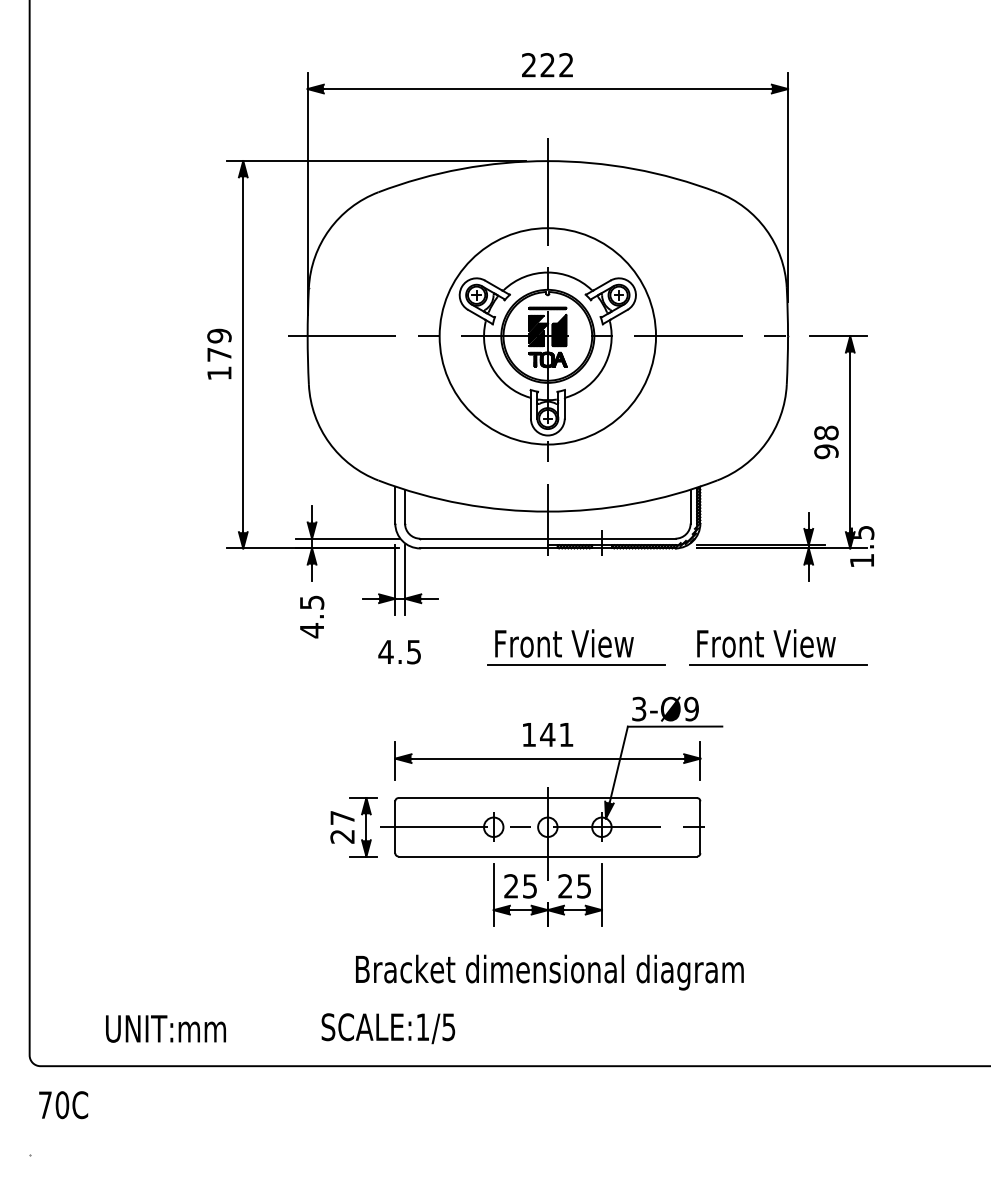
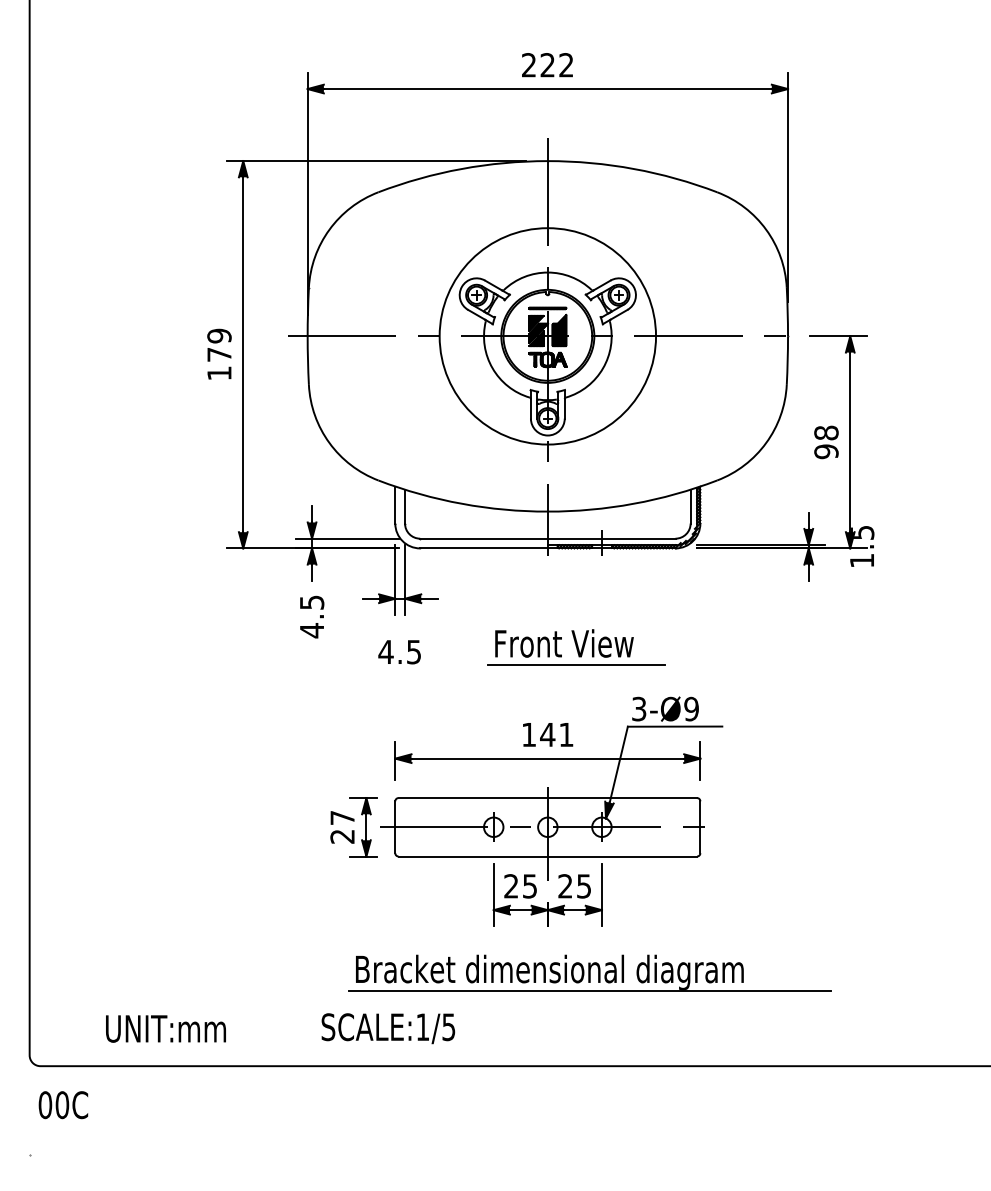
part at (778, 647): present -> none
line at (589, 990): none -> present
text at (45, 1105): 70C -> 00C
